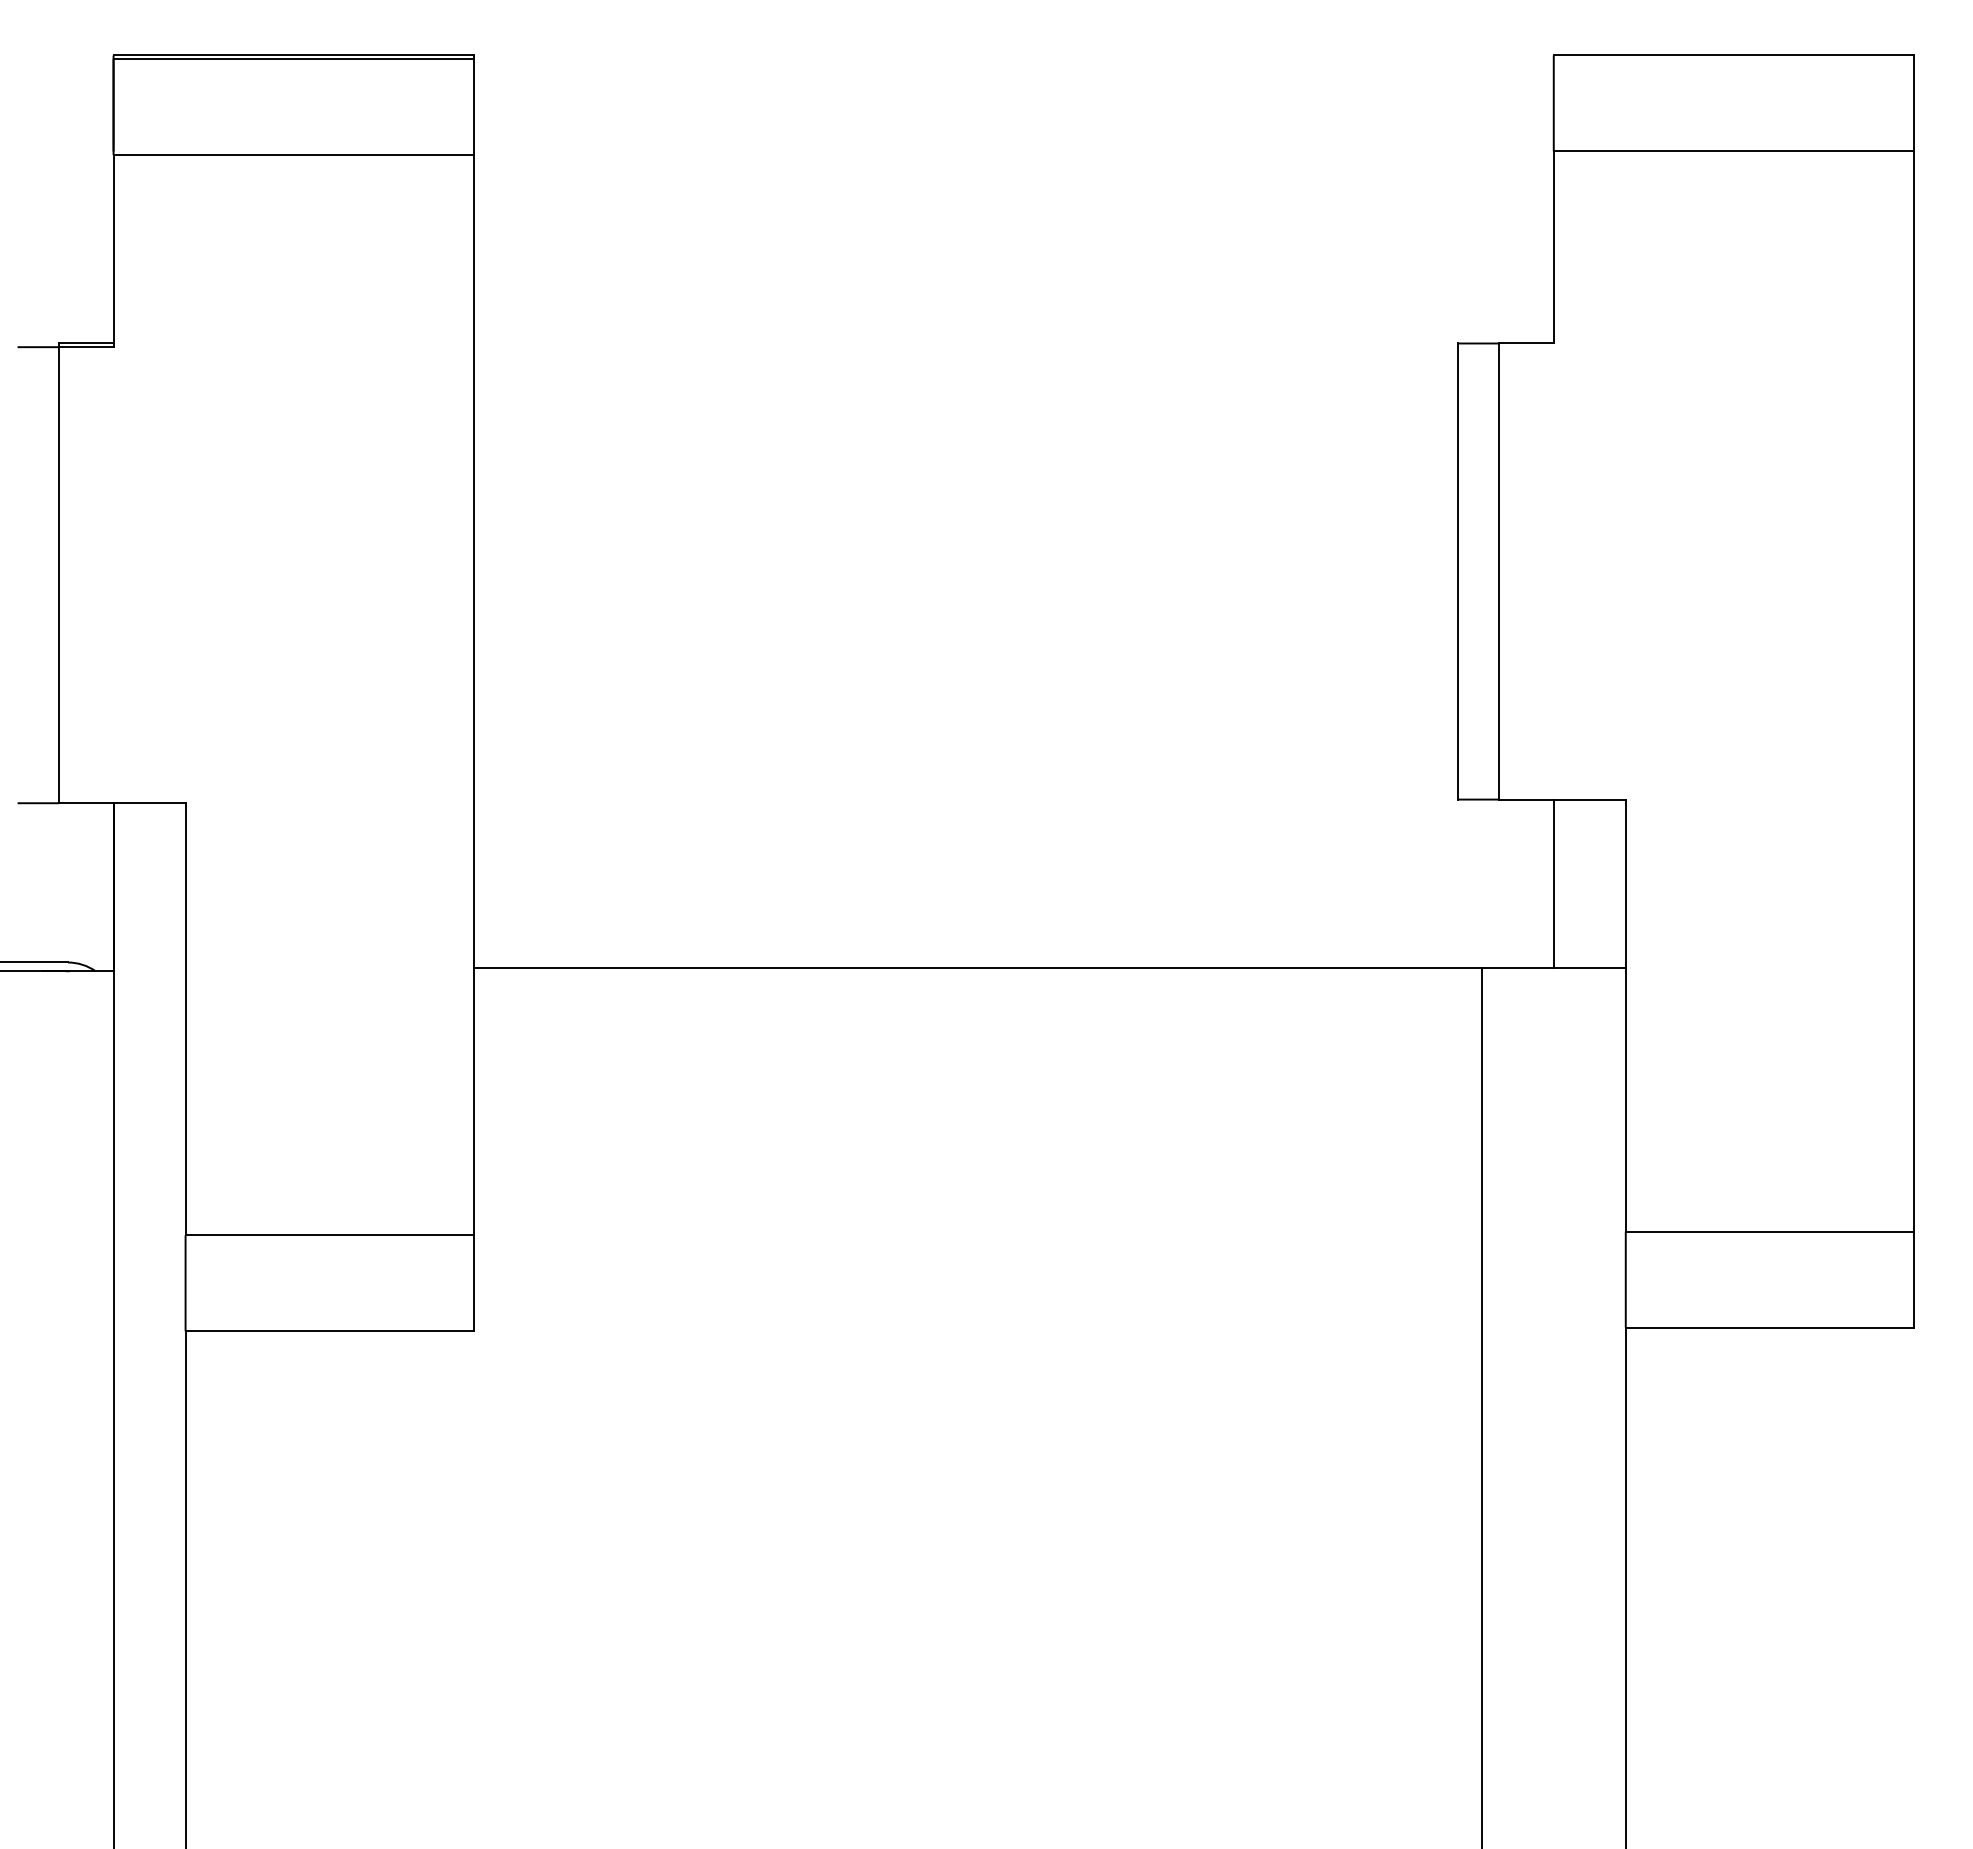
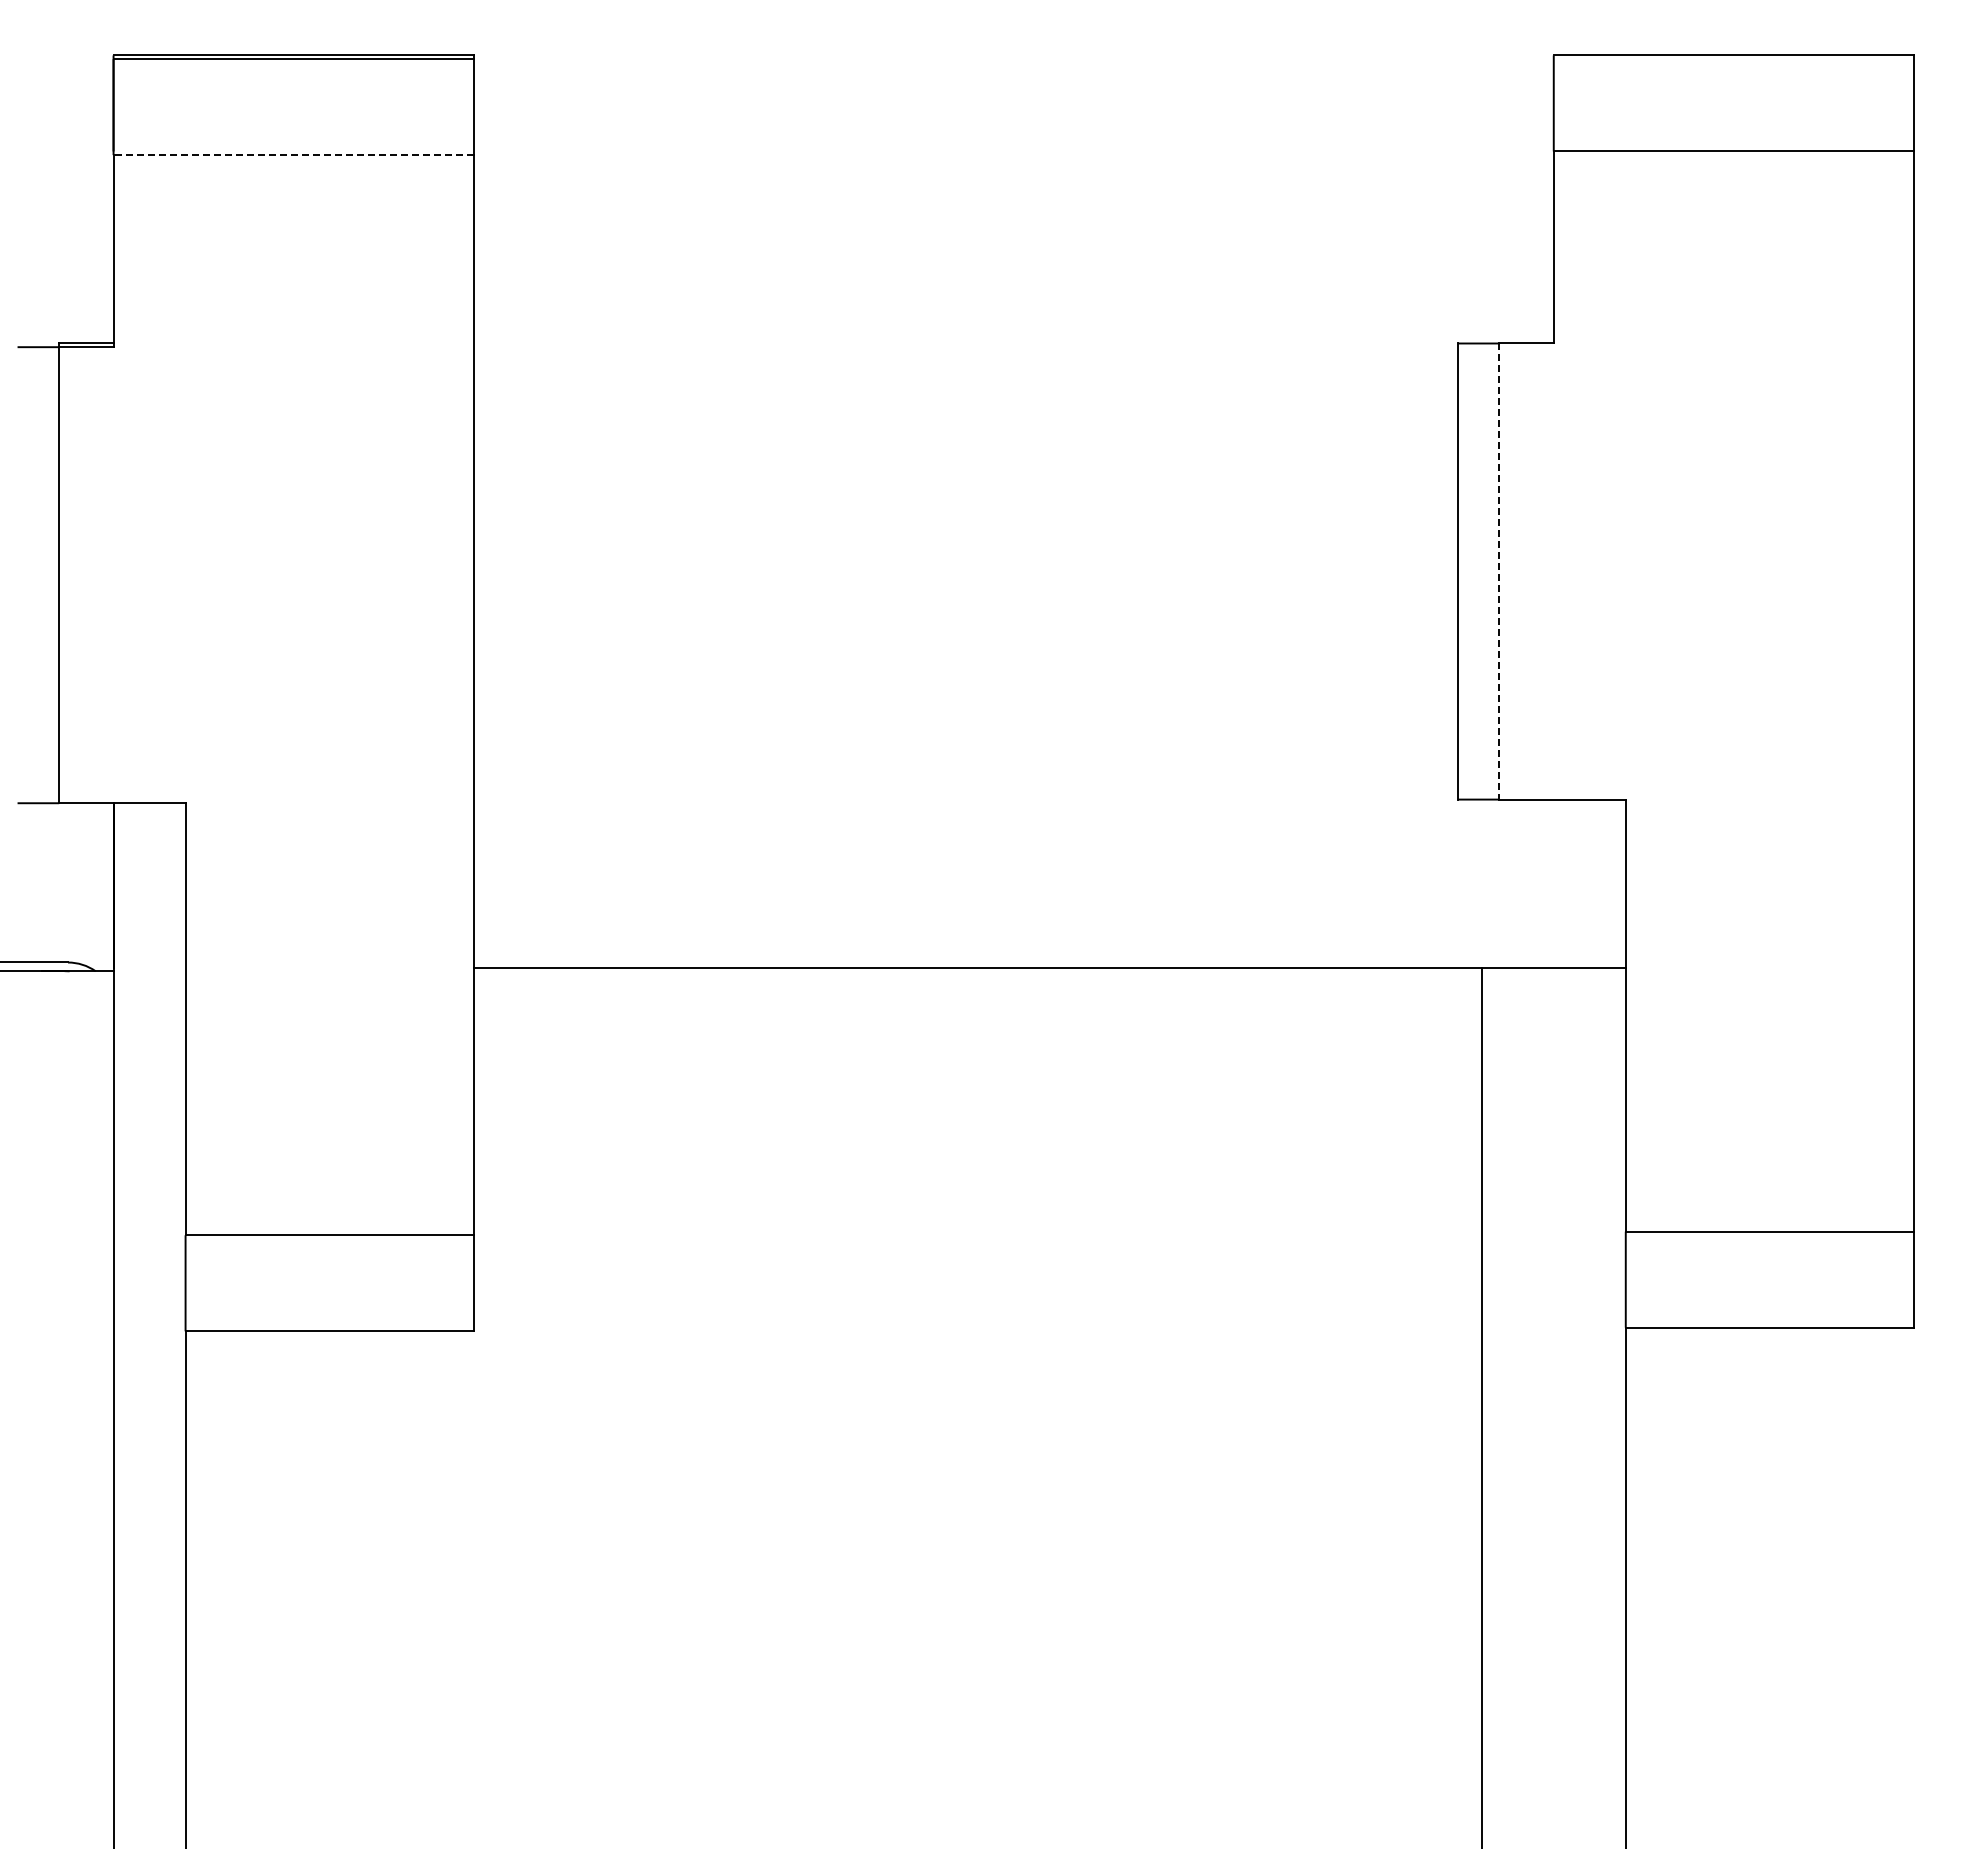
line at (293, 155): solid -> dashed
line at (1499, 572): solid -> dashed
line at (1553, 883): present -> none
